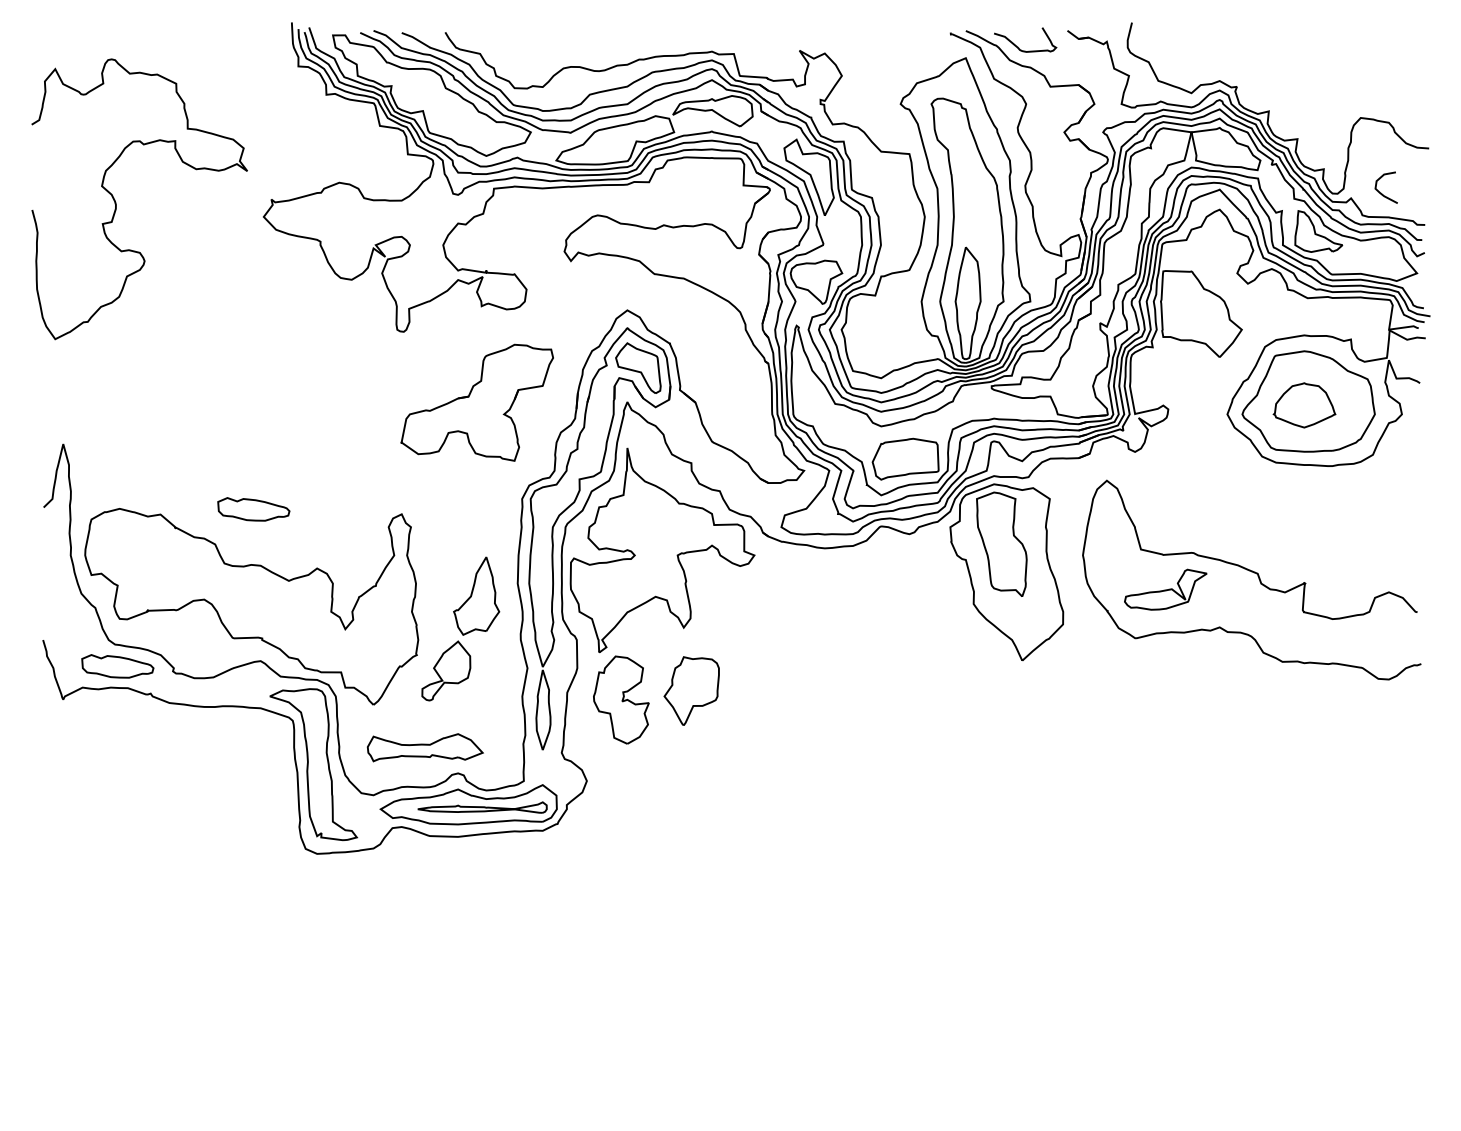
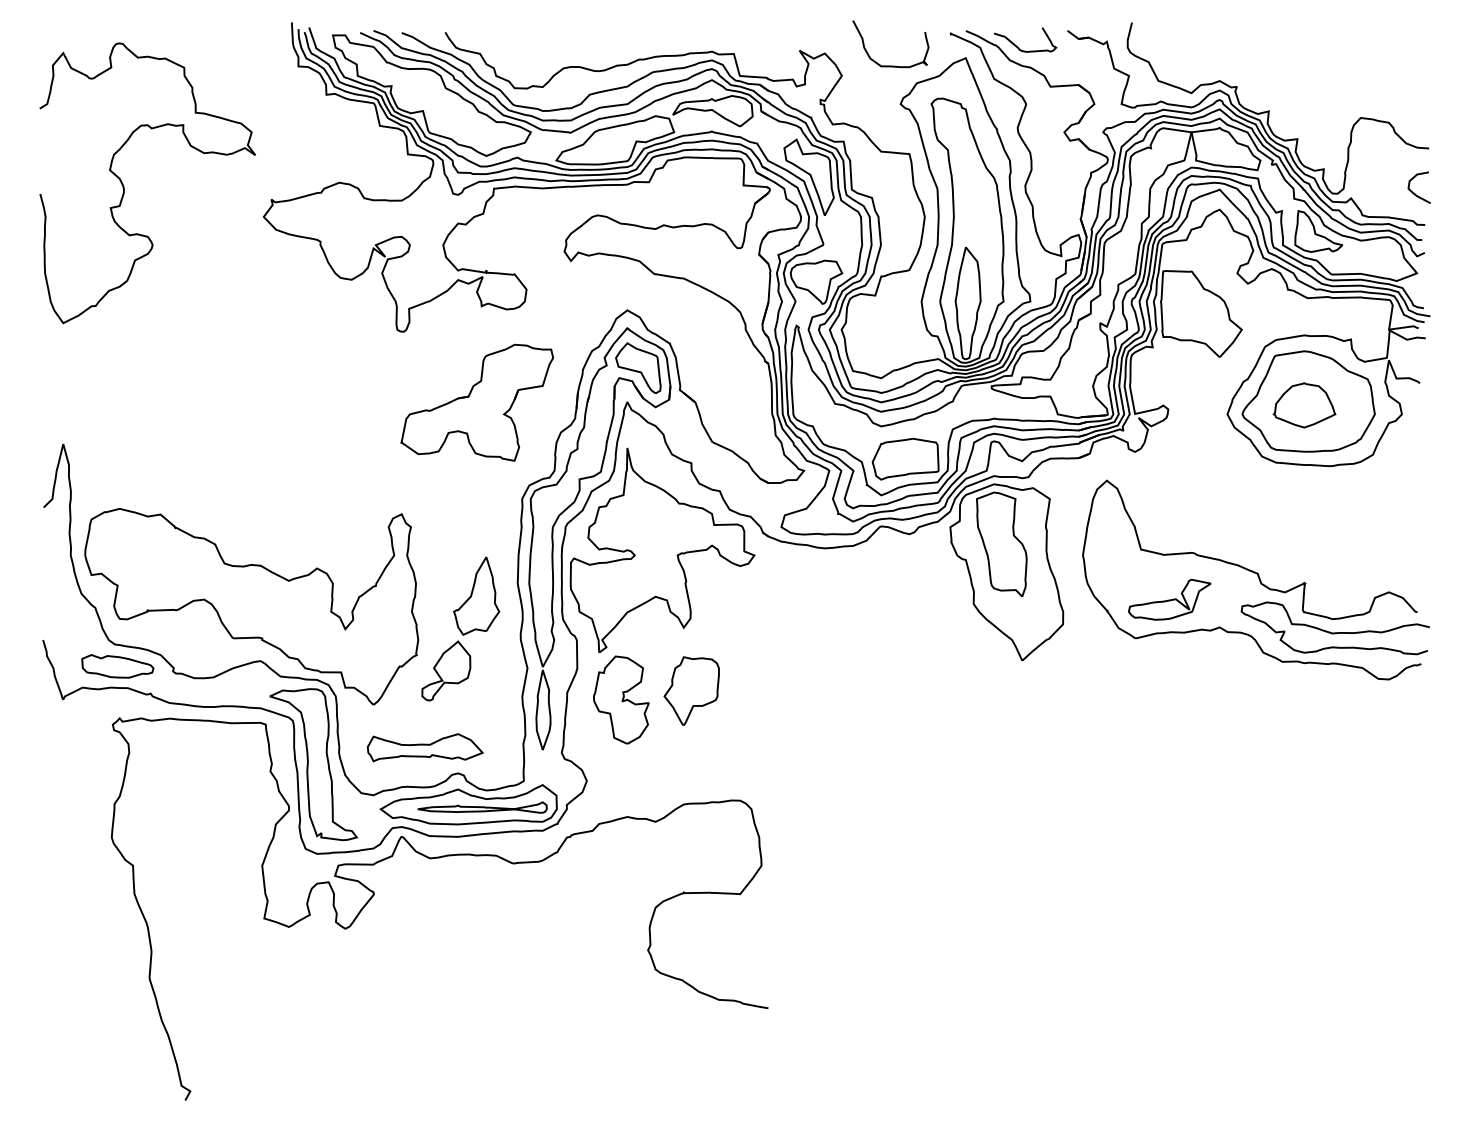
curve at (890, 65): none -> present
curve at (1381, 192) position: (1381, 192) -> (1414, 192)
curve at (116, 202) position: (116, 202) -> (124, 186)
part at (253, 509): present -> none
part at (1165, 589) position: (1165, 589) -> (1169, 599)
curve at (1334, 632): none -> present
curve at (431, 859): none -> present
